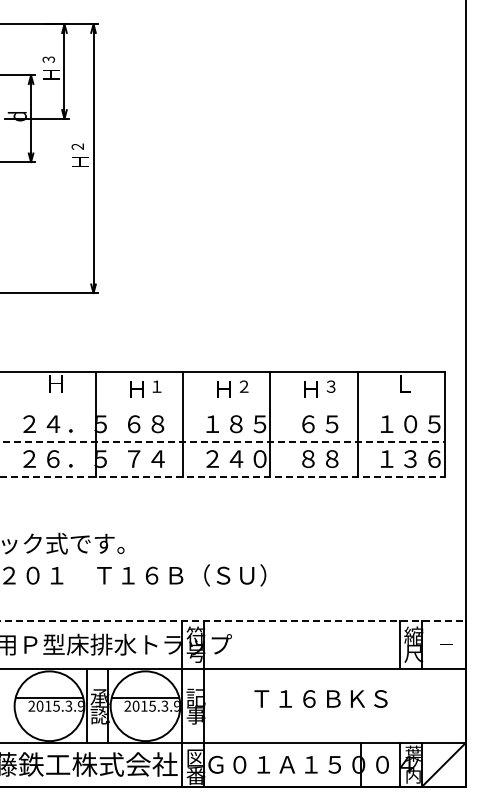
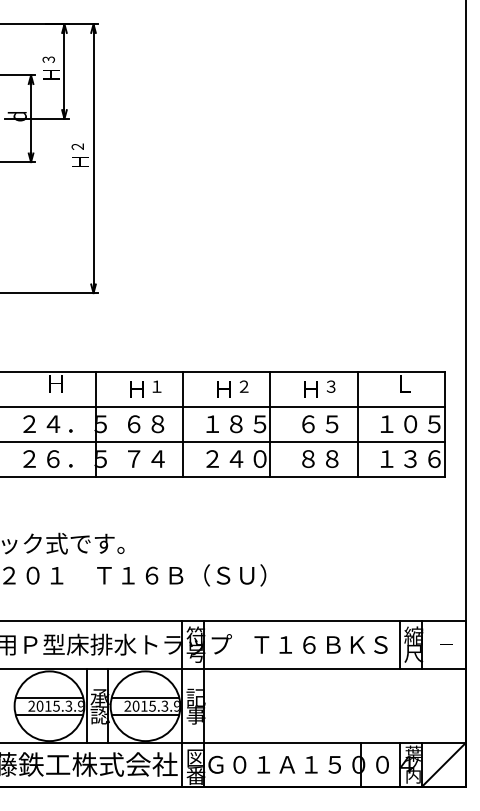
line at (223, 406): none -> present
line at (222, 441): dashed -> solid
line at (222, 476): dashed -> solid
line at (233, 621): dashed -> solid
text at (320, 698) position: (320, 698) -> (320, 644)
line at (49, 714): none -> present
line at (145, 714): none -> present
